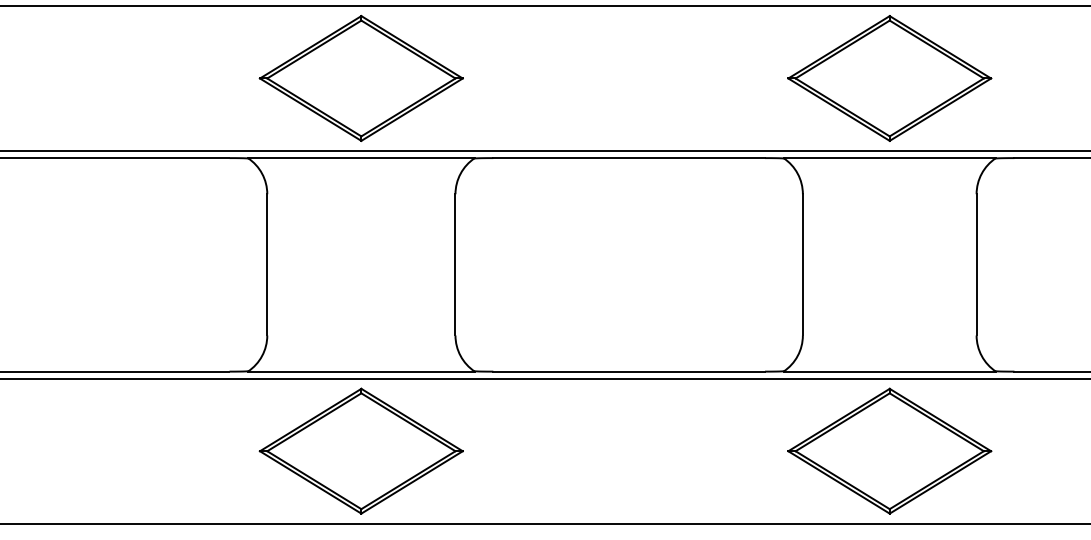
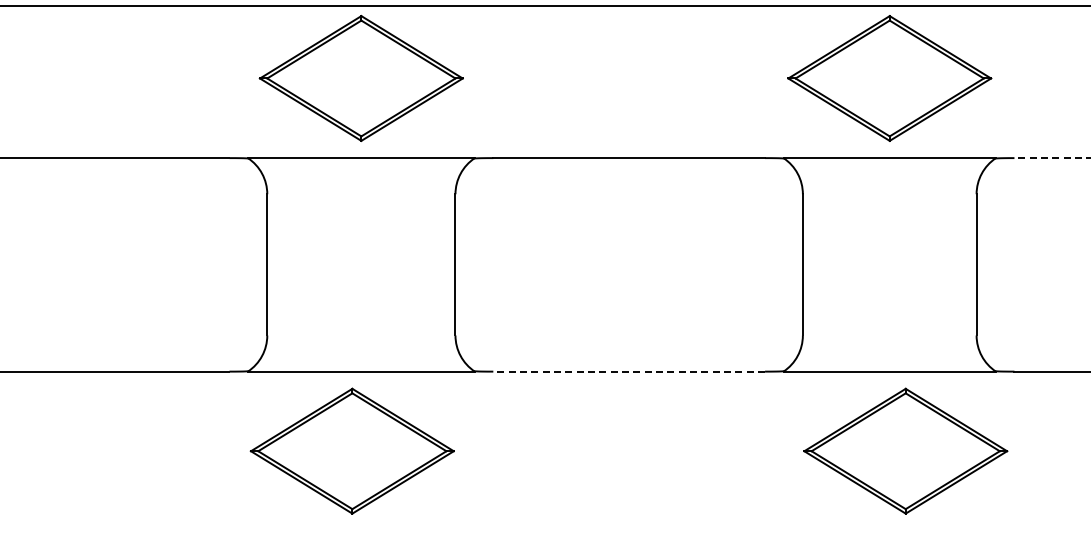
line at (544, 151): present -> none
line at (1052, 158): solid -> dashed
line at (629, 371): solid -> dashed
line at (544, 378): present -> none
part at (360, 450) position: (360, 450) -> (351, 450)
part at (889, 450) position: (889, 450) -> (905, 450)
line at (544, 523): present -> none
